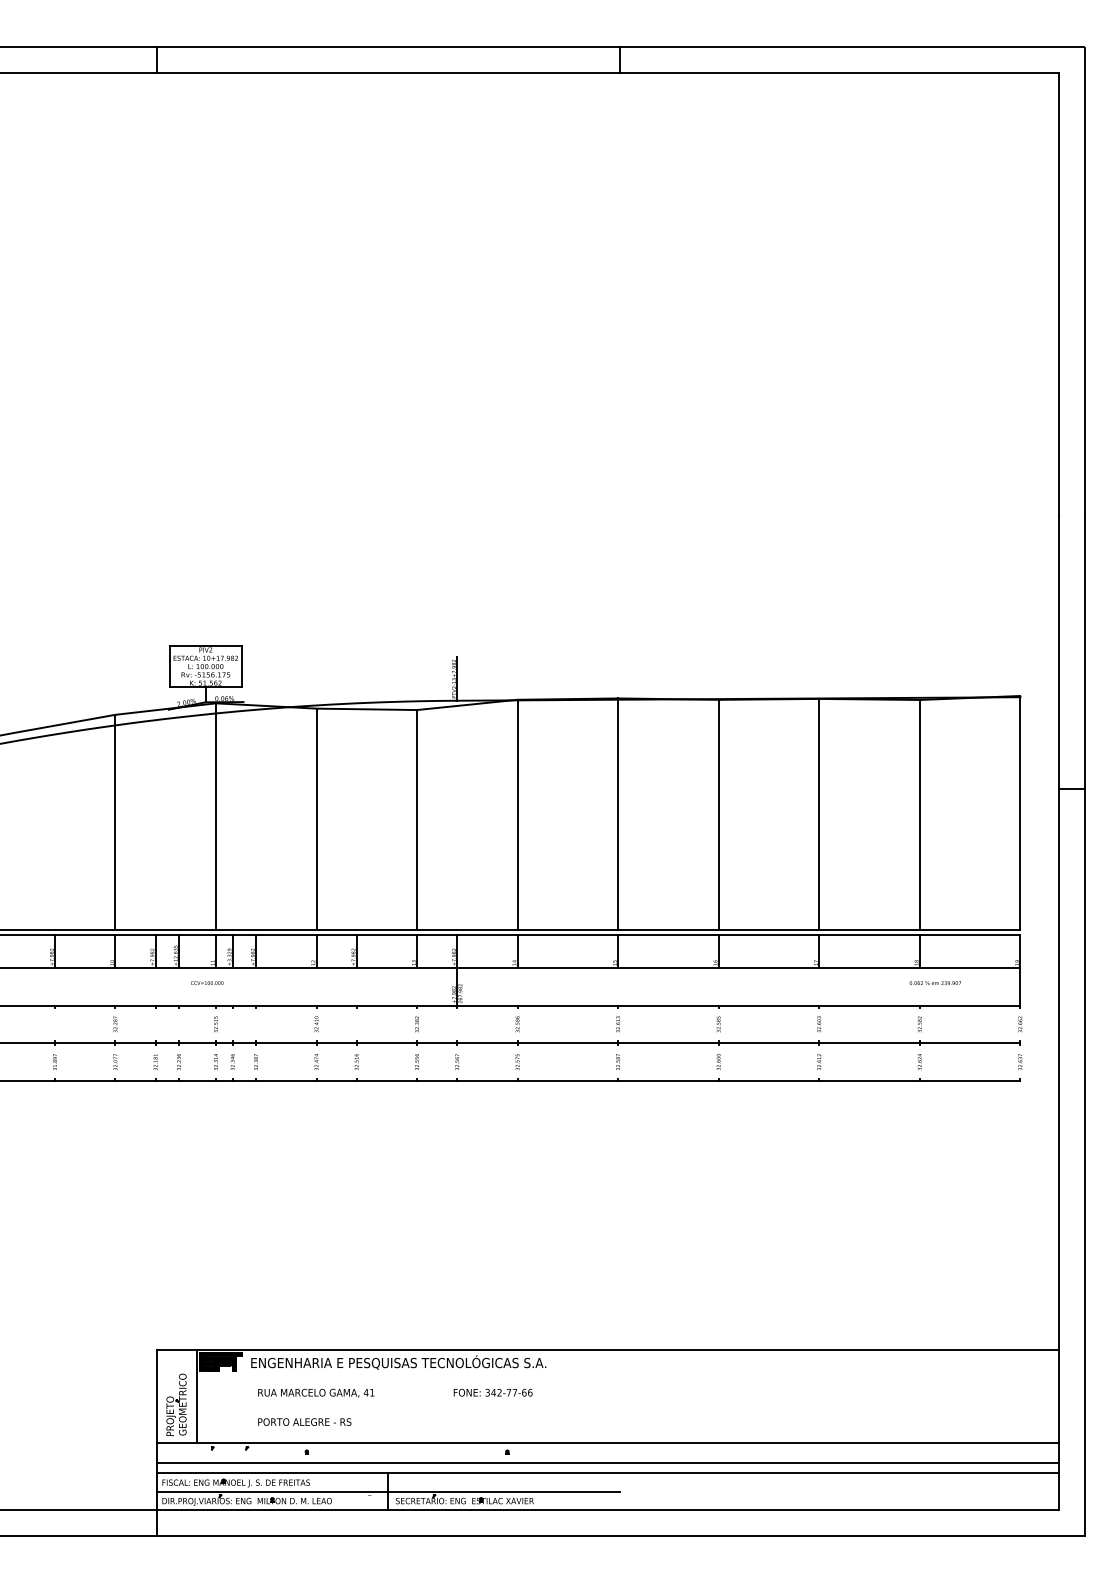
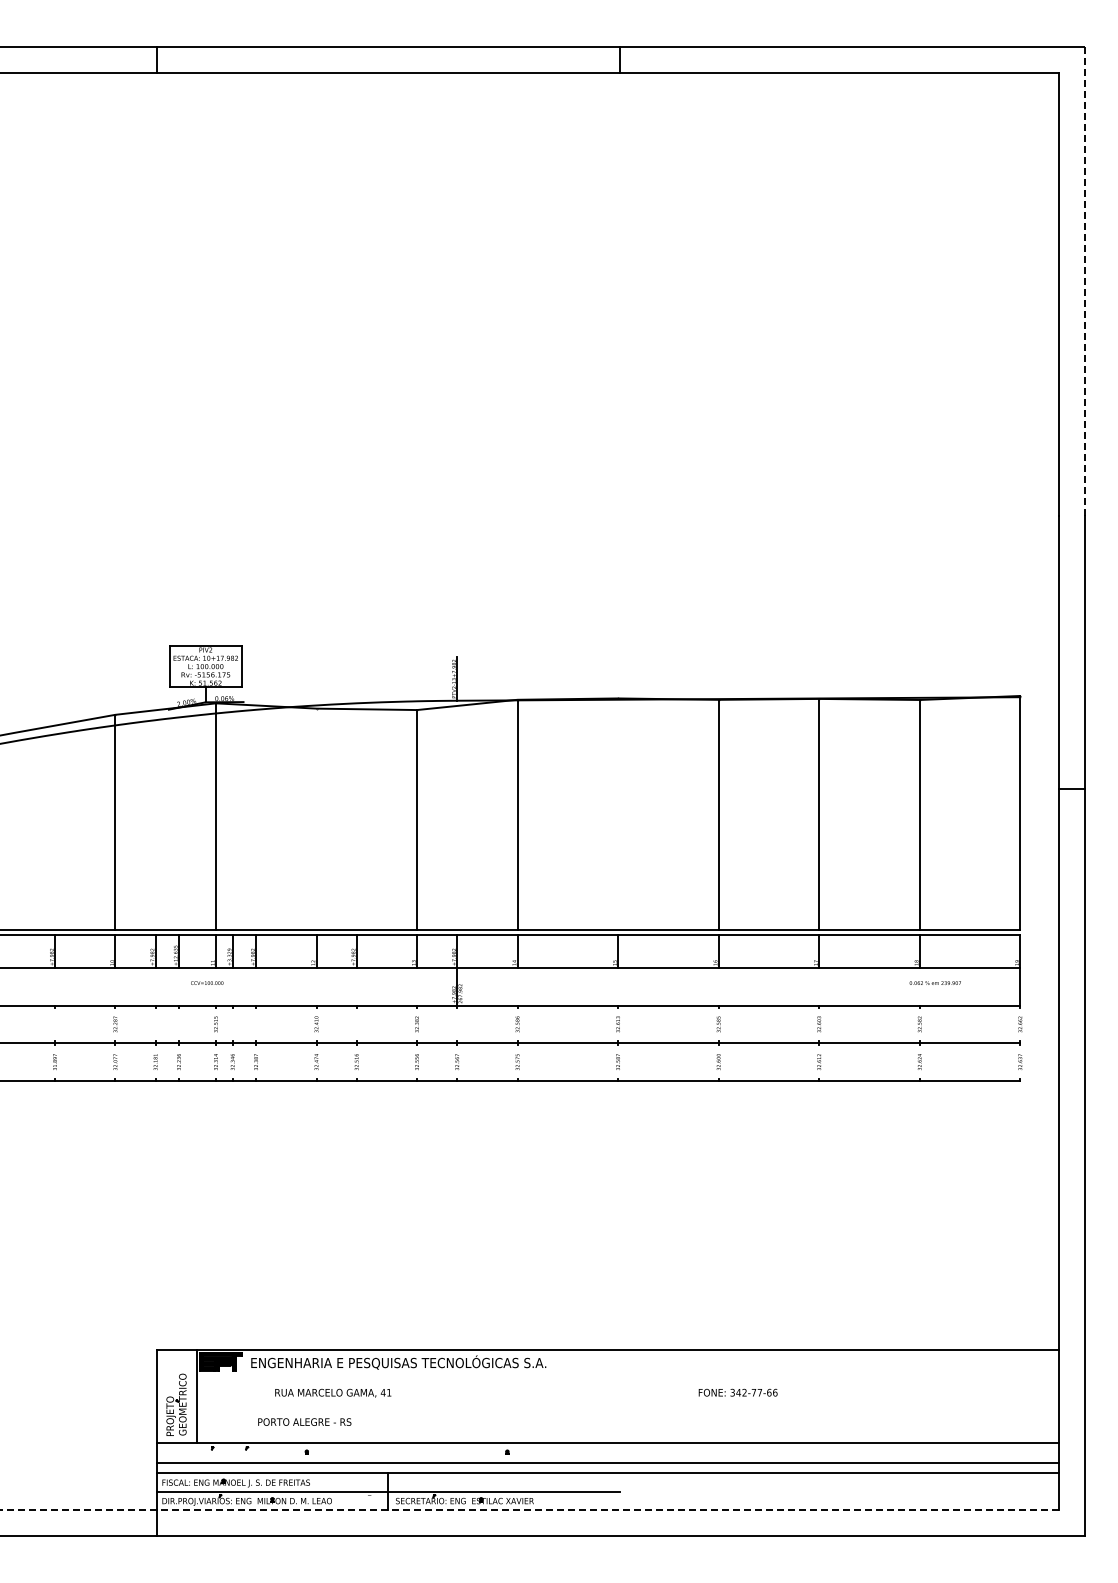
line at (1084, 281): solid -> dashed
line at (618, 814): present -> none
line at (316, 819): present -> none
text at (316, 1392) position: (316, 1392) -> (333, 1392)
text at (492, 1392) position: (492, 1392) -> (737, 1392)
line at (530, 1510): solid -> dashed
